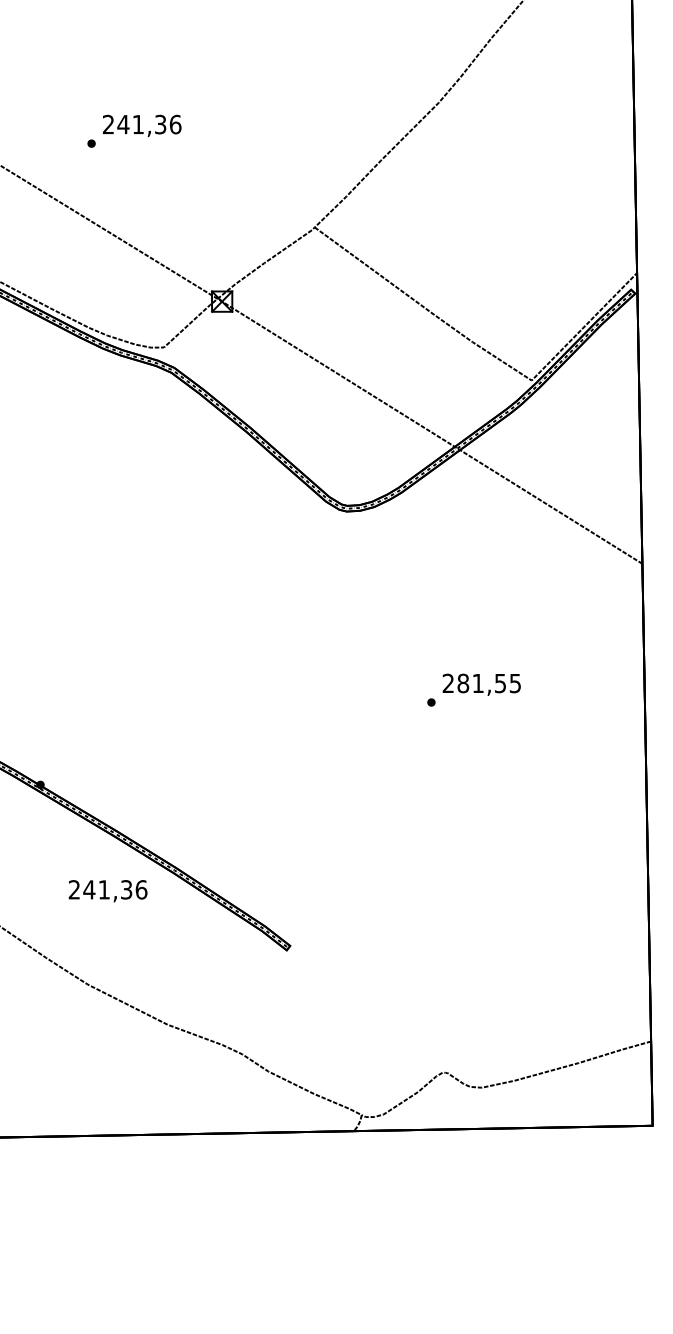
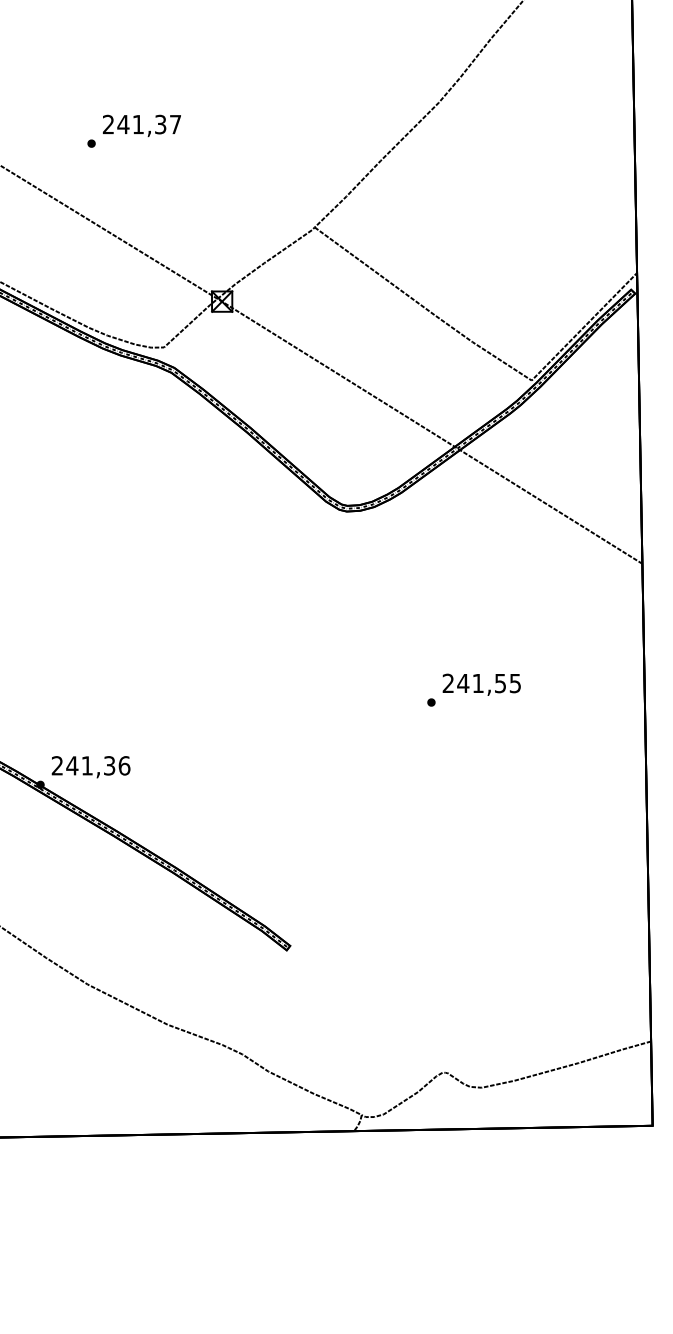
text at (175, 124): 241,36 -> 241,37
text at (463, 683): 281,55 -> 241,55
text at (107, 891) position: (107, 891) -> (90, 767)
